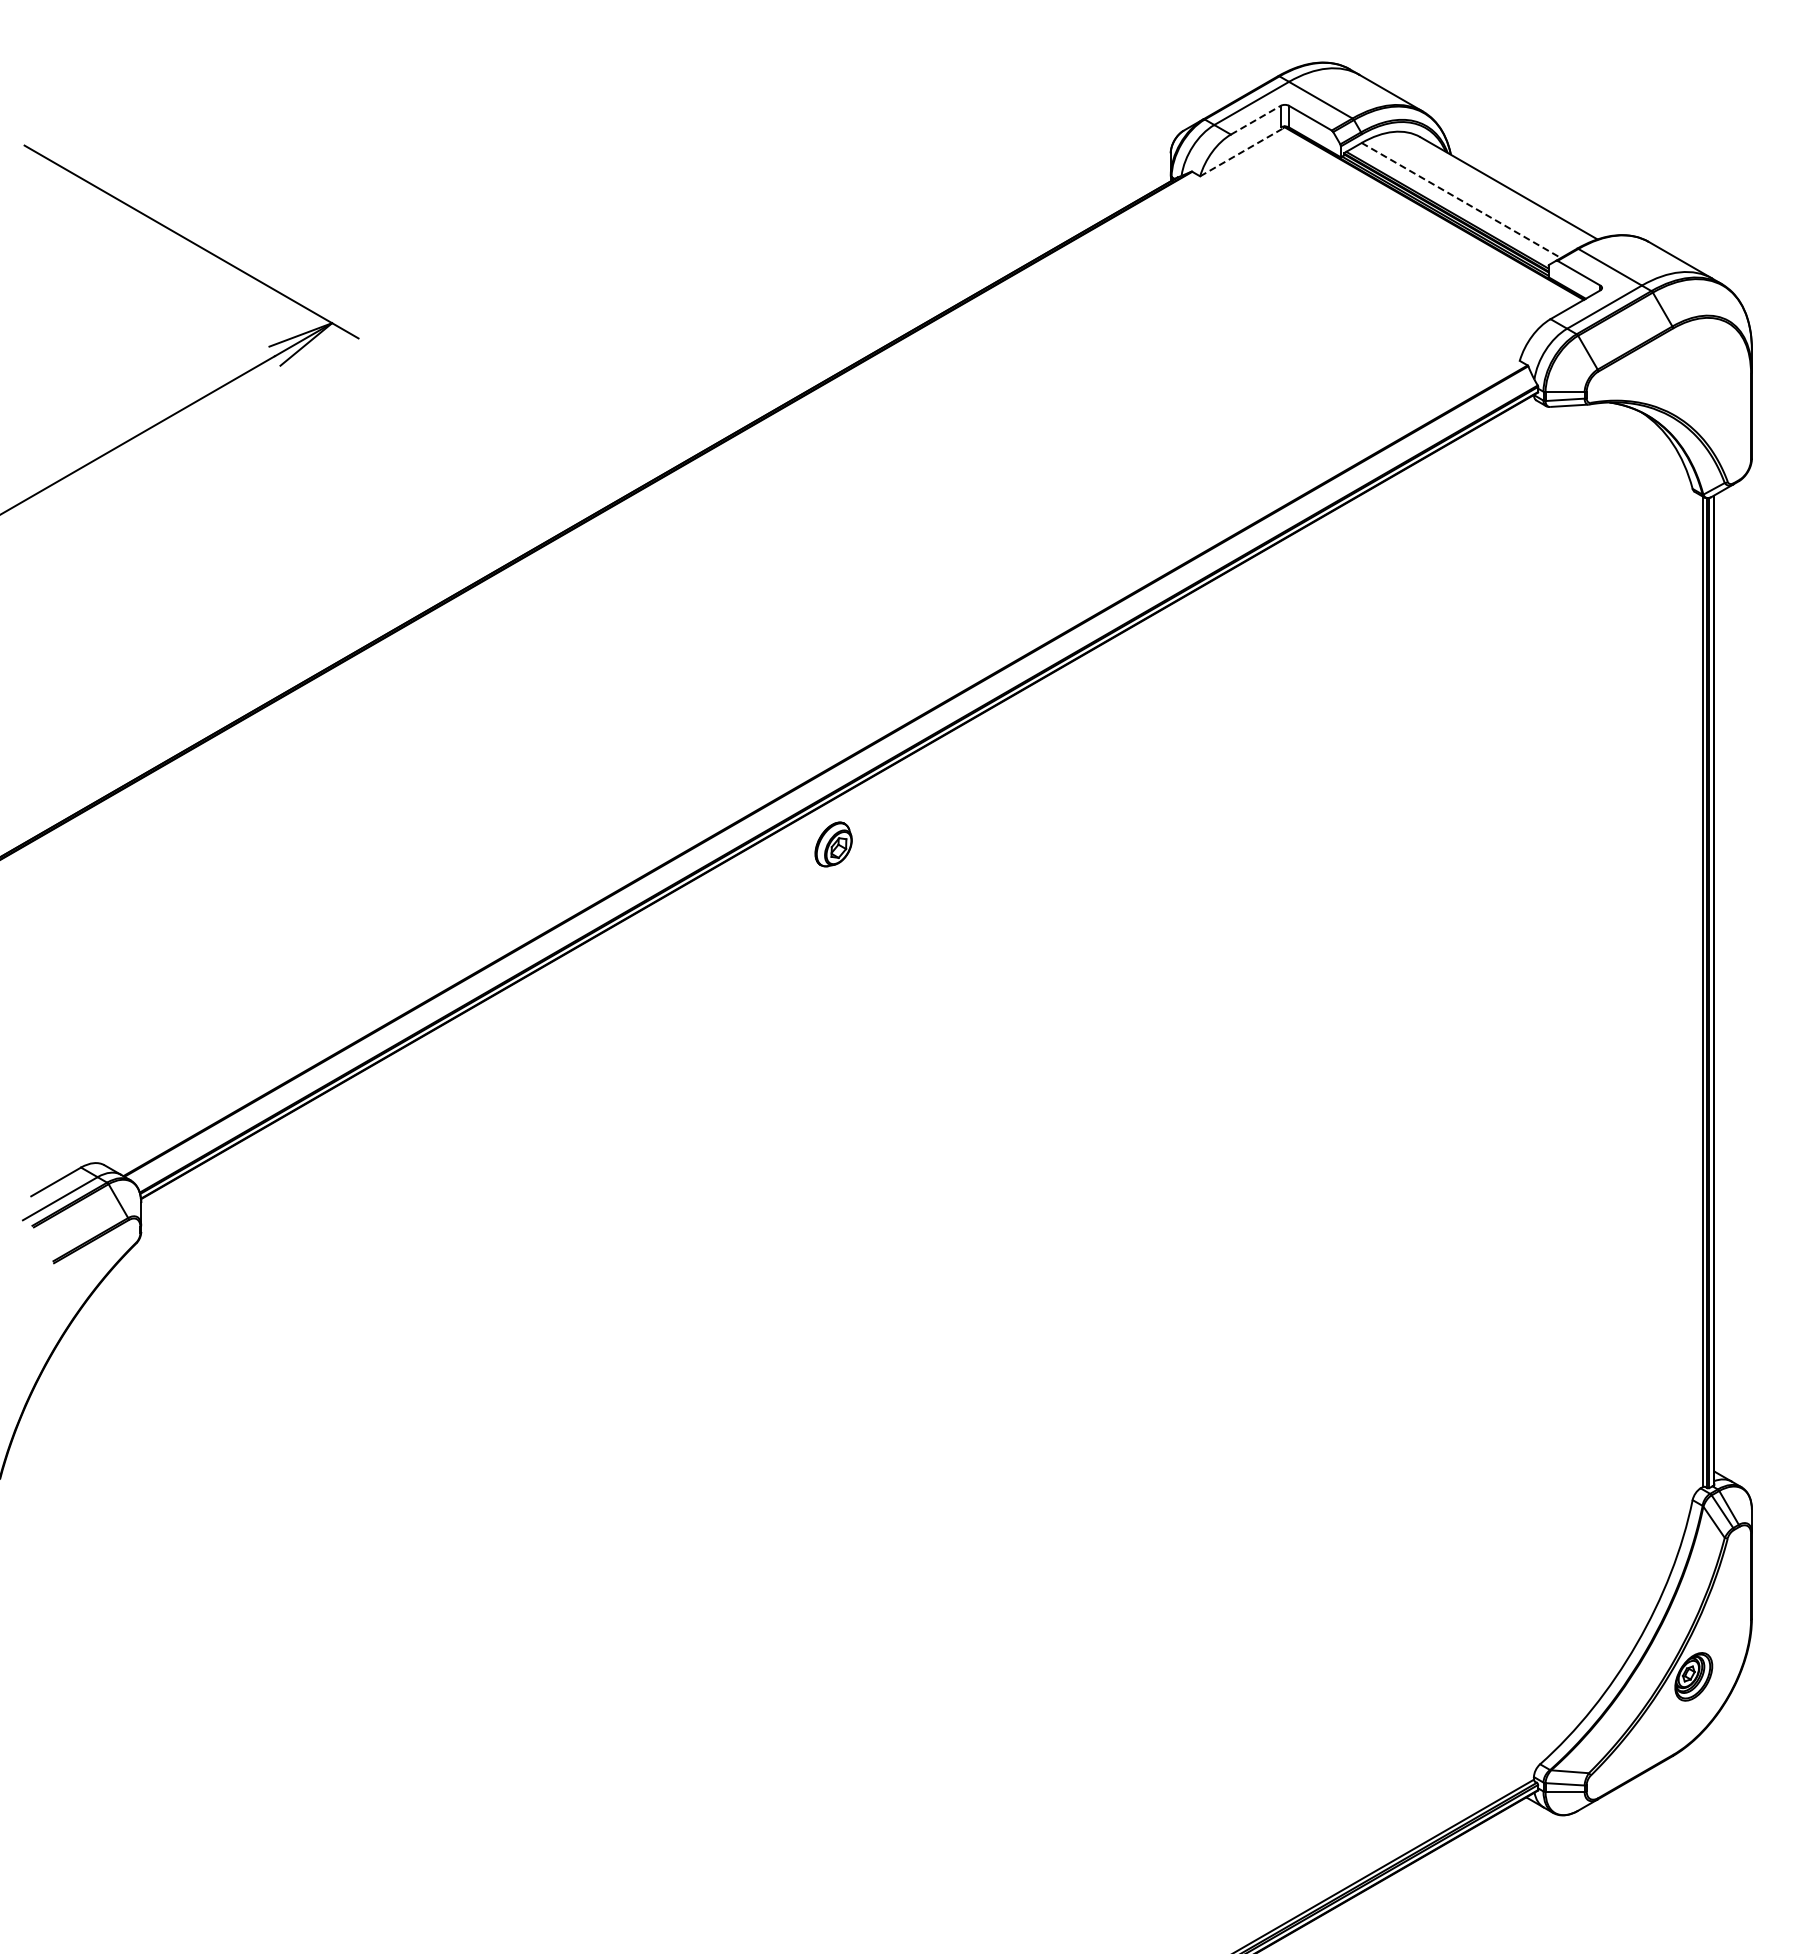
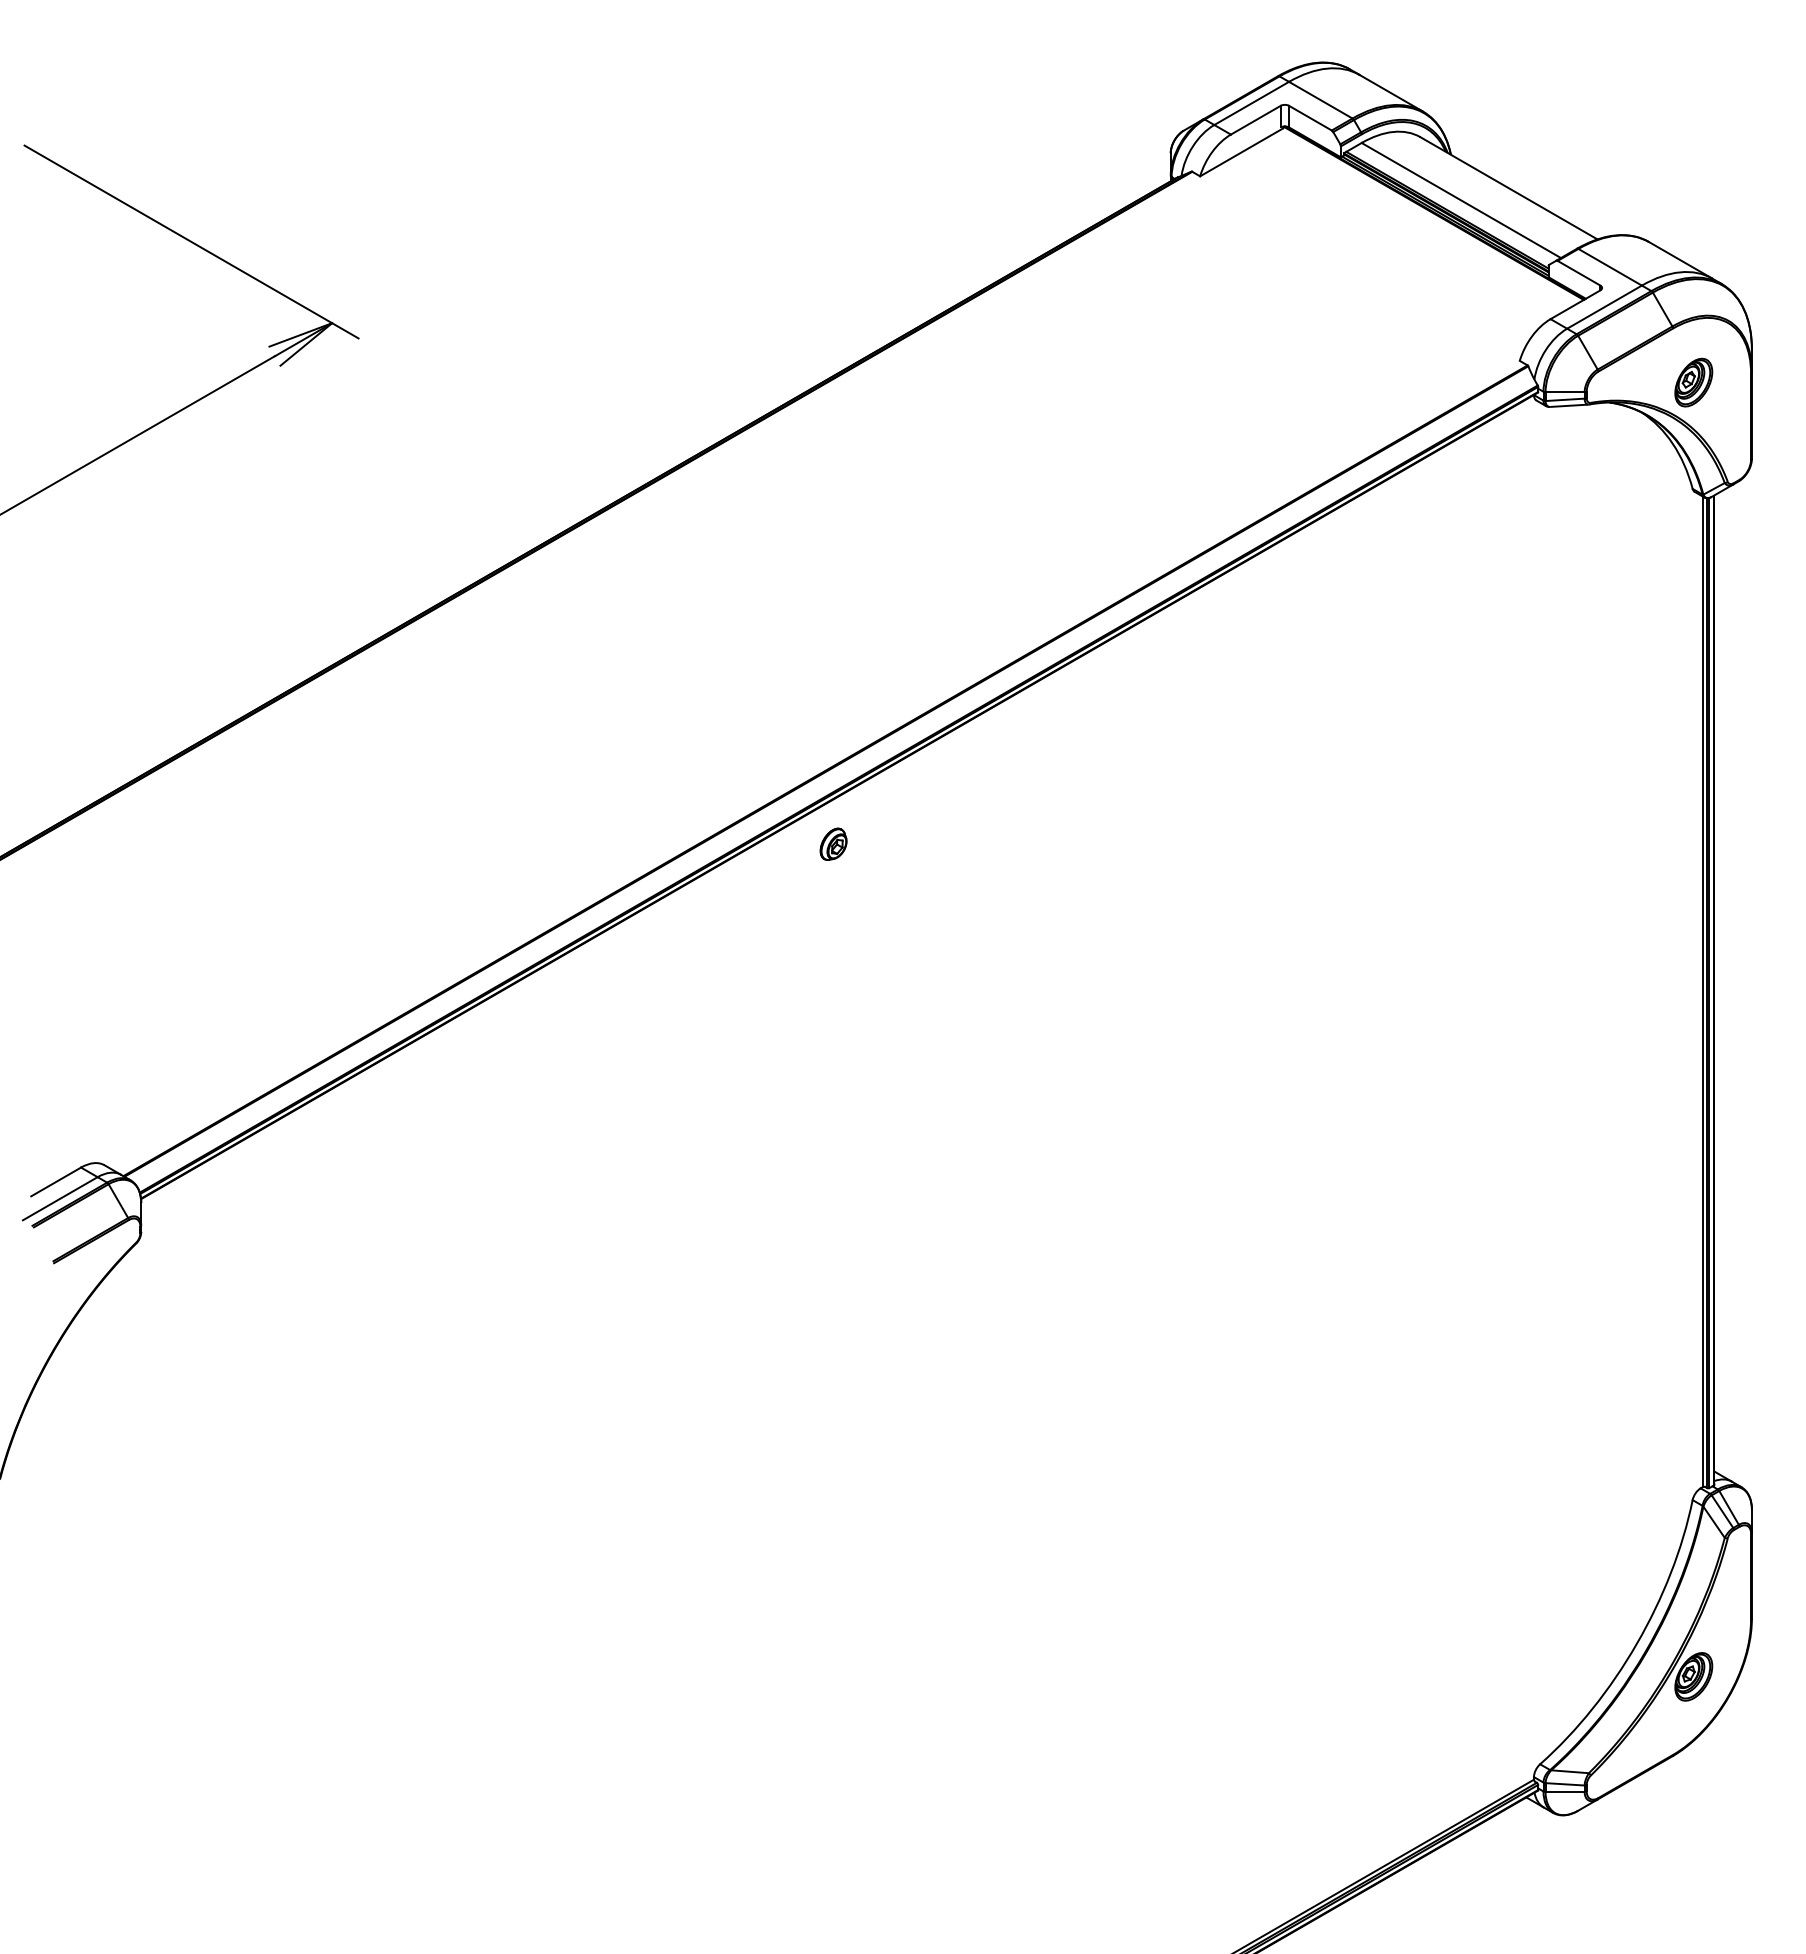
line at (1255, 120): dashed -> solid
line at (1241, 152): dashed -> solid
line at (1461, 200): dashed -> solid
part at (1693, 382): none -> present
part at (833, 844) size: 39x47 px -> 29x34 px
